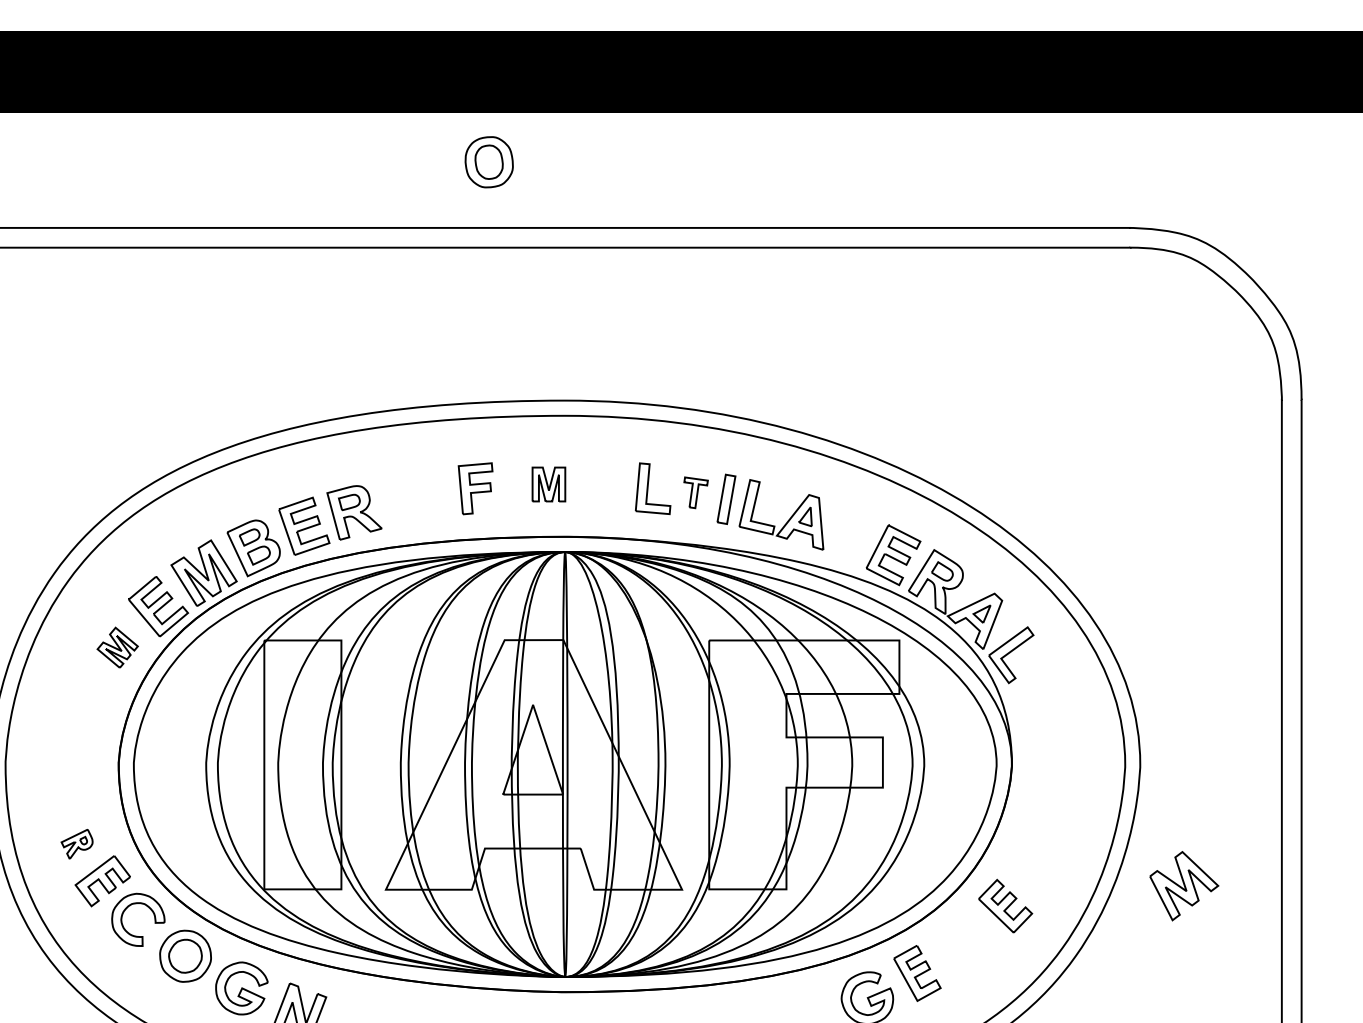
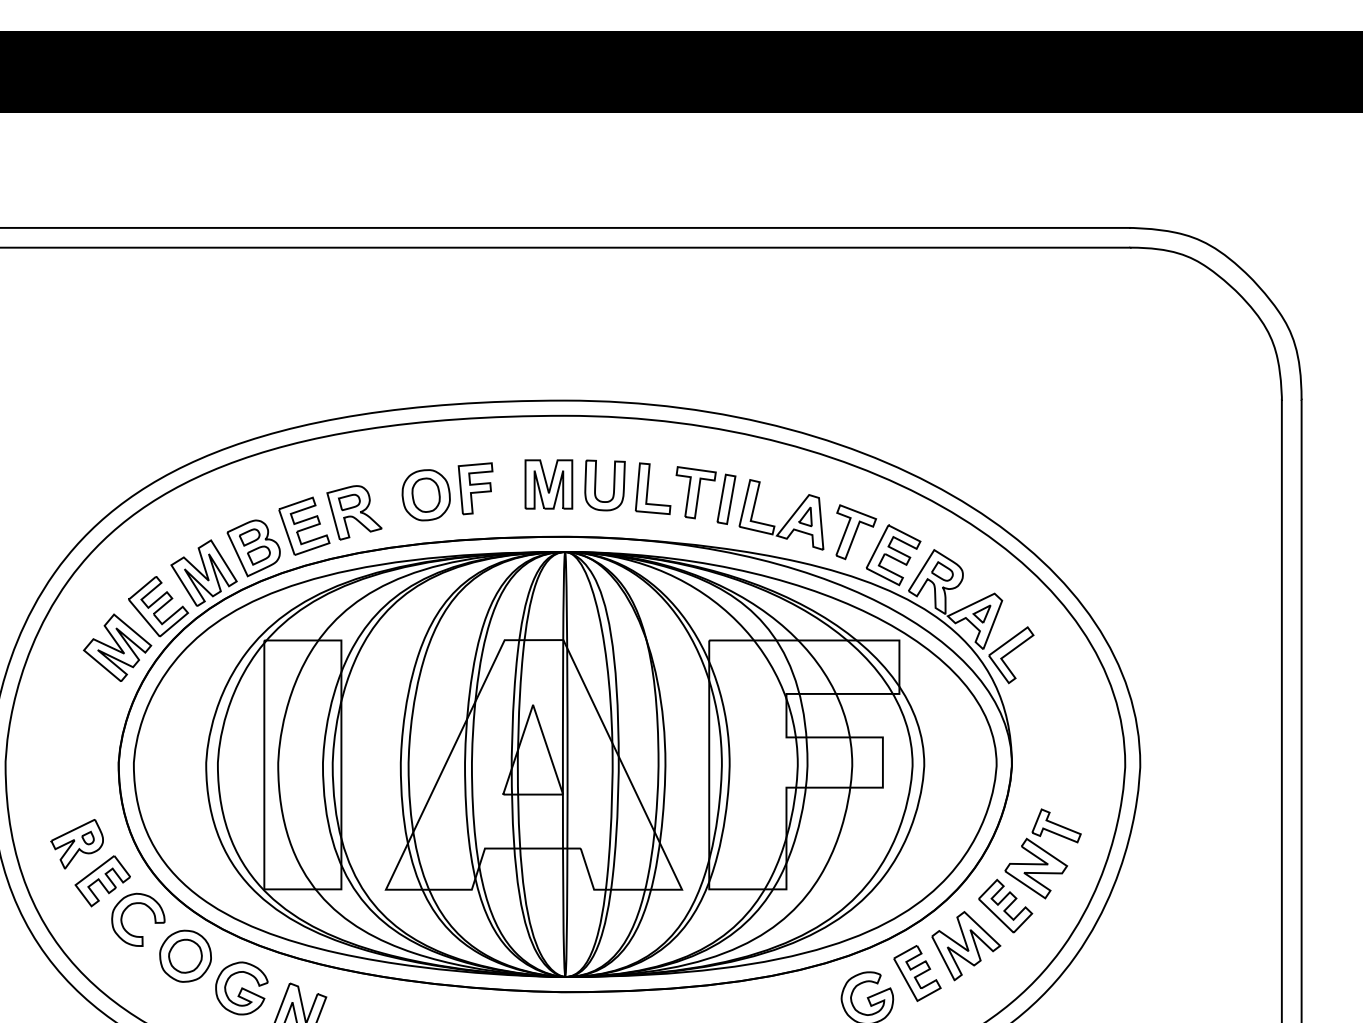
part at (488, 162) position: (488, 162) -> (425, 495)
part at (548, 484) size: 36x37 px -> 50x51 px
part at (596, 485): none -> present
part at (695, 492) size: 26x34 px -> 42x54 px
part at (856, 532): none -> present
part at (117, 647) size: 43x43 px -> 70x69 px
part at (76, 844) size: 34x31 px -> 54x51 px
part at (1042, 853): none -> present
part at (1184, 886) position: (1184, 886) -> (966, 946)
